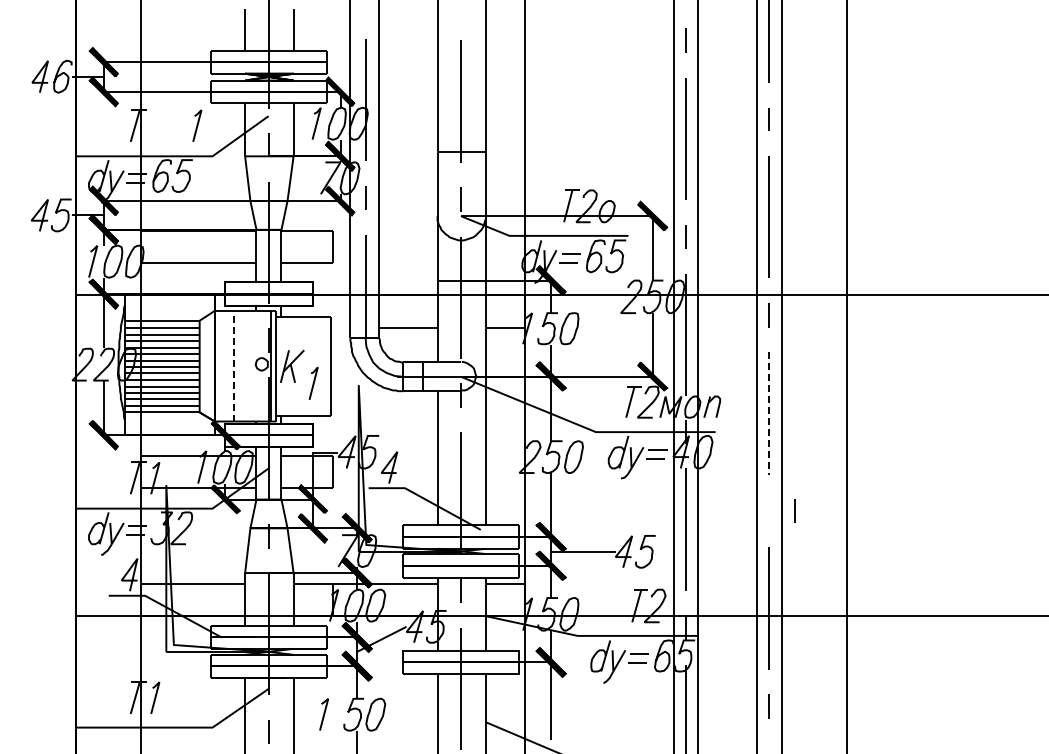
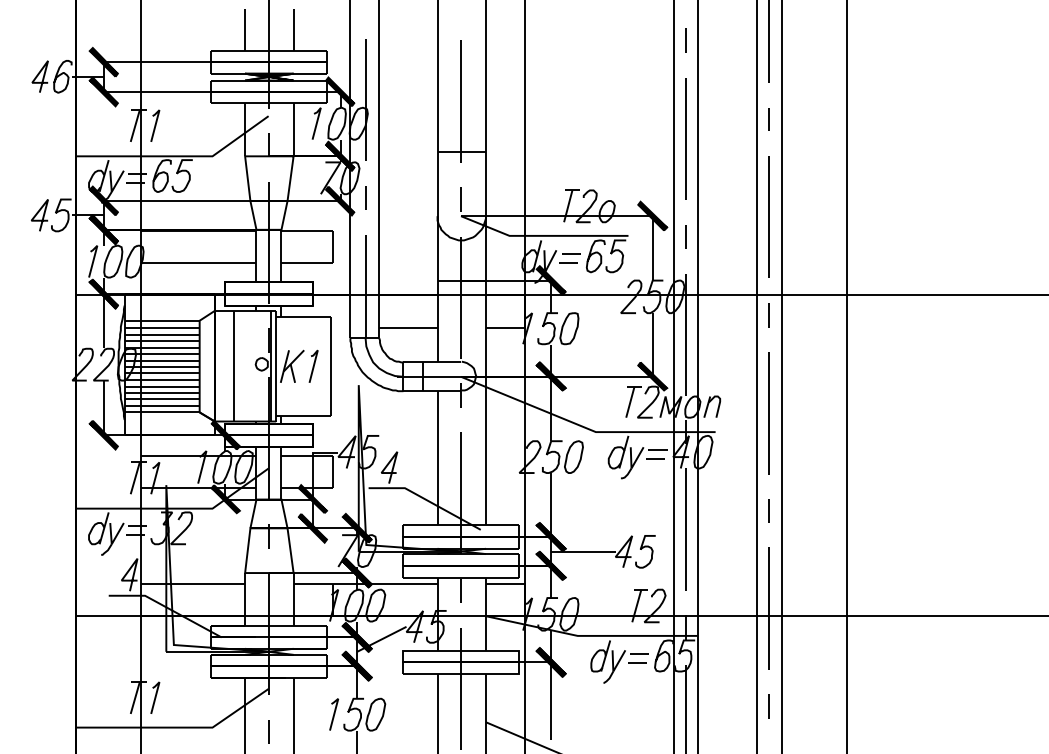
line at (197, 125) position: (197, 125) -> (155, 125)
line at (233, 365): dashed -> solid
line at (313, 382) position: (313, 382) -> (313, 365)
line at (769, 413): dashed -> solid
line at (794, 510) position: (794, 510) -> (768, 510)
line at (324, 714) position: (324, 714) -> (334, 714)
